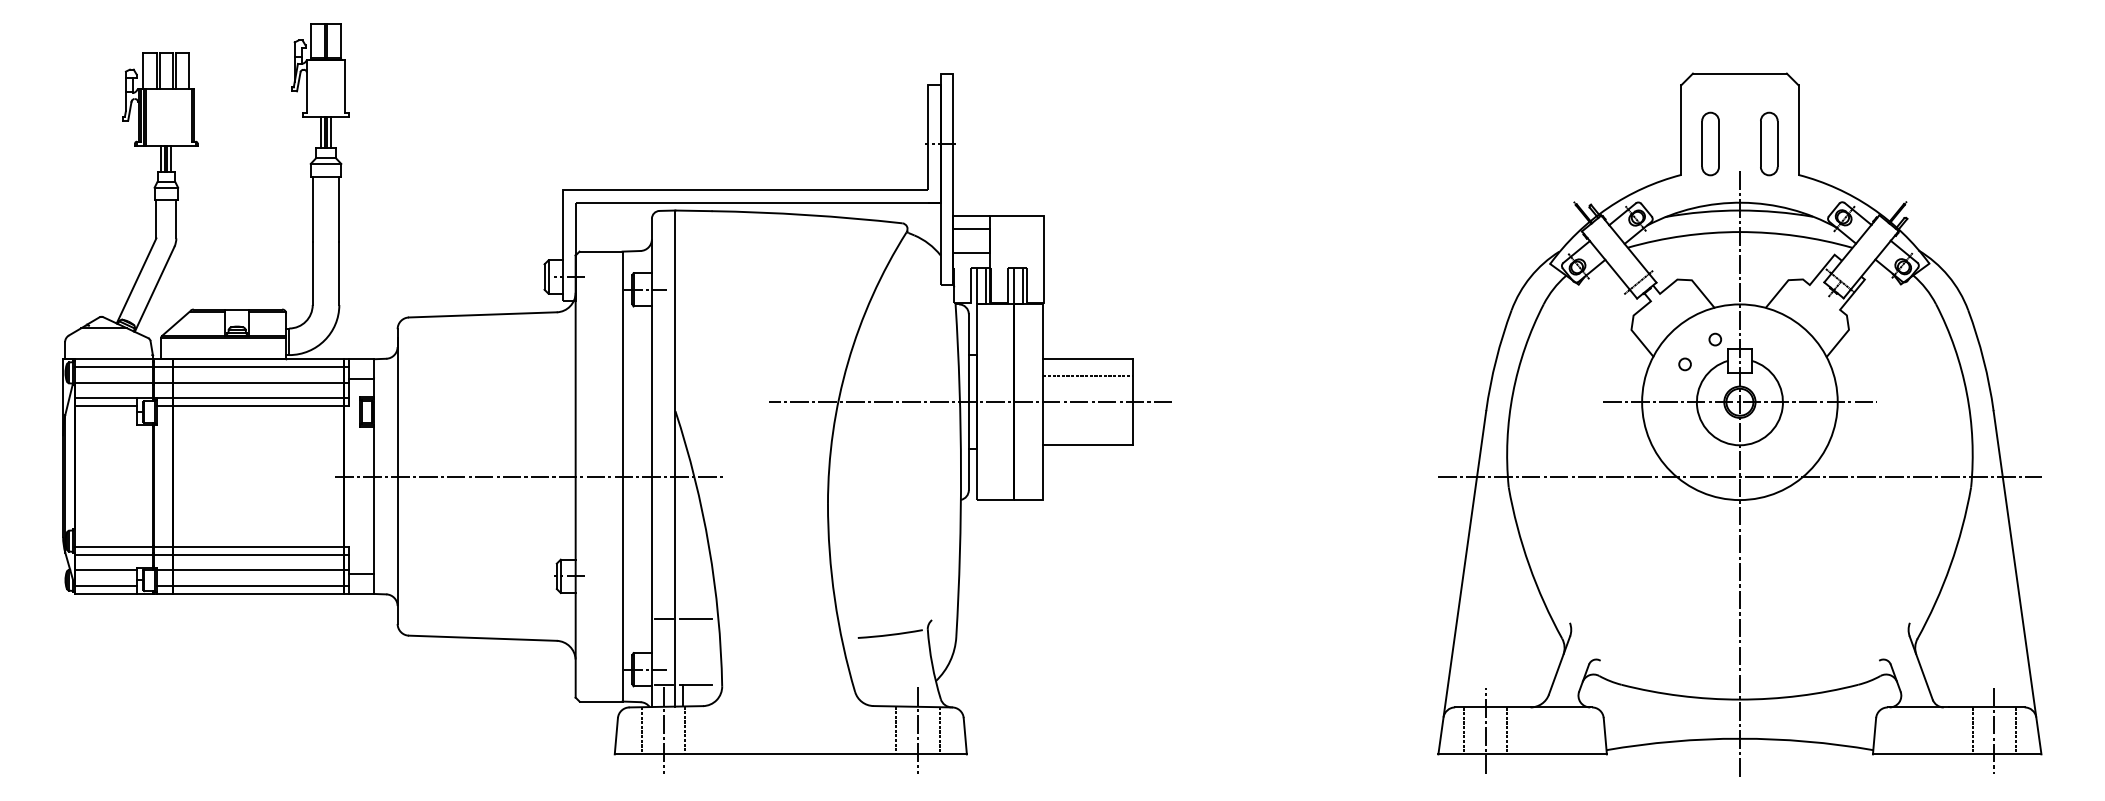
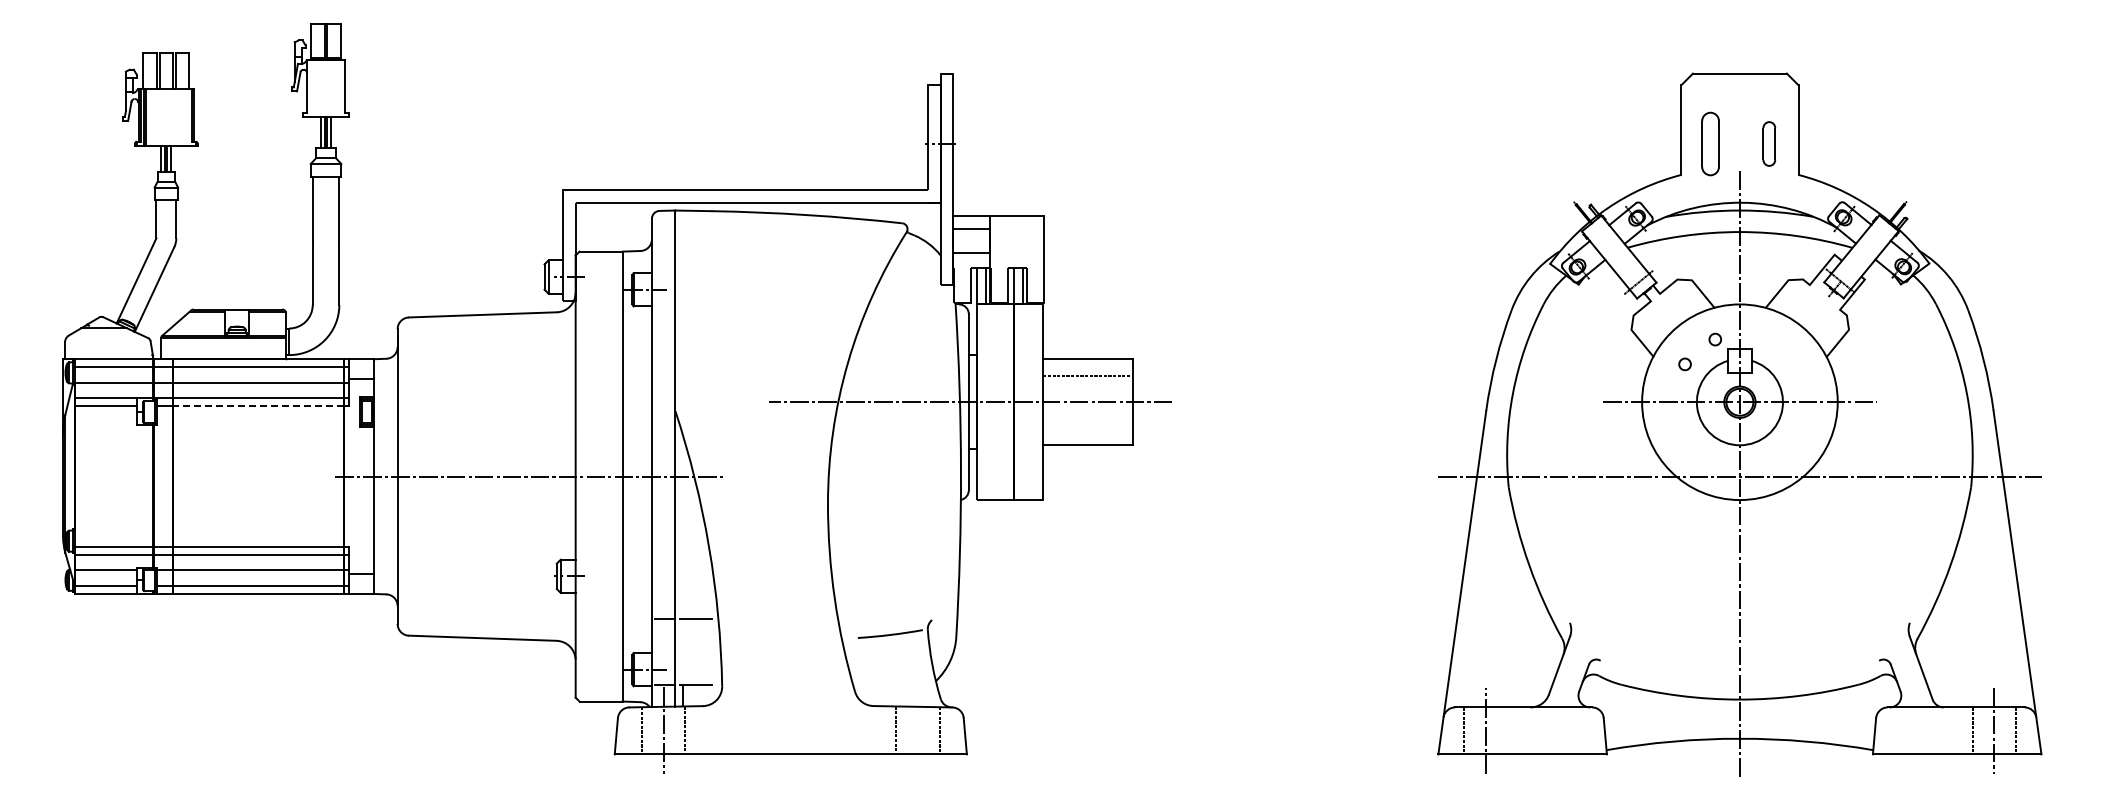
part at (1769, 143) size: 19x66 px -> 15x46 px
line at (257, 406): solid -> dashed
line at (917, 730): present -> none
line at (1507, 730): present -> none
